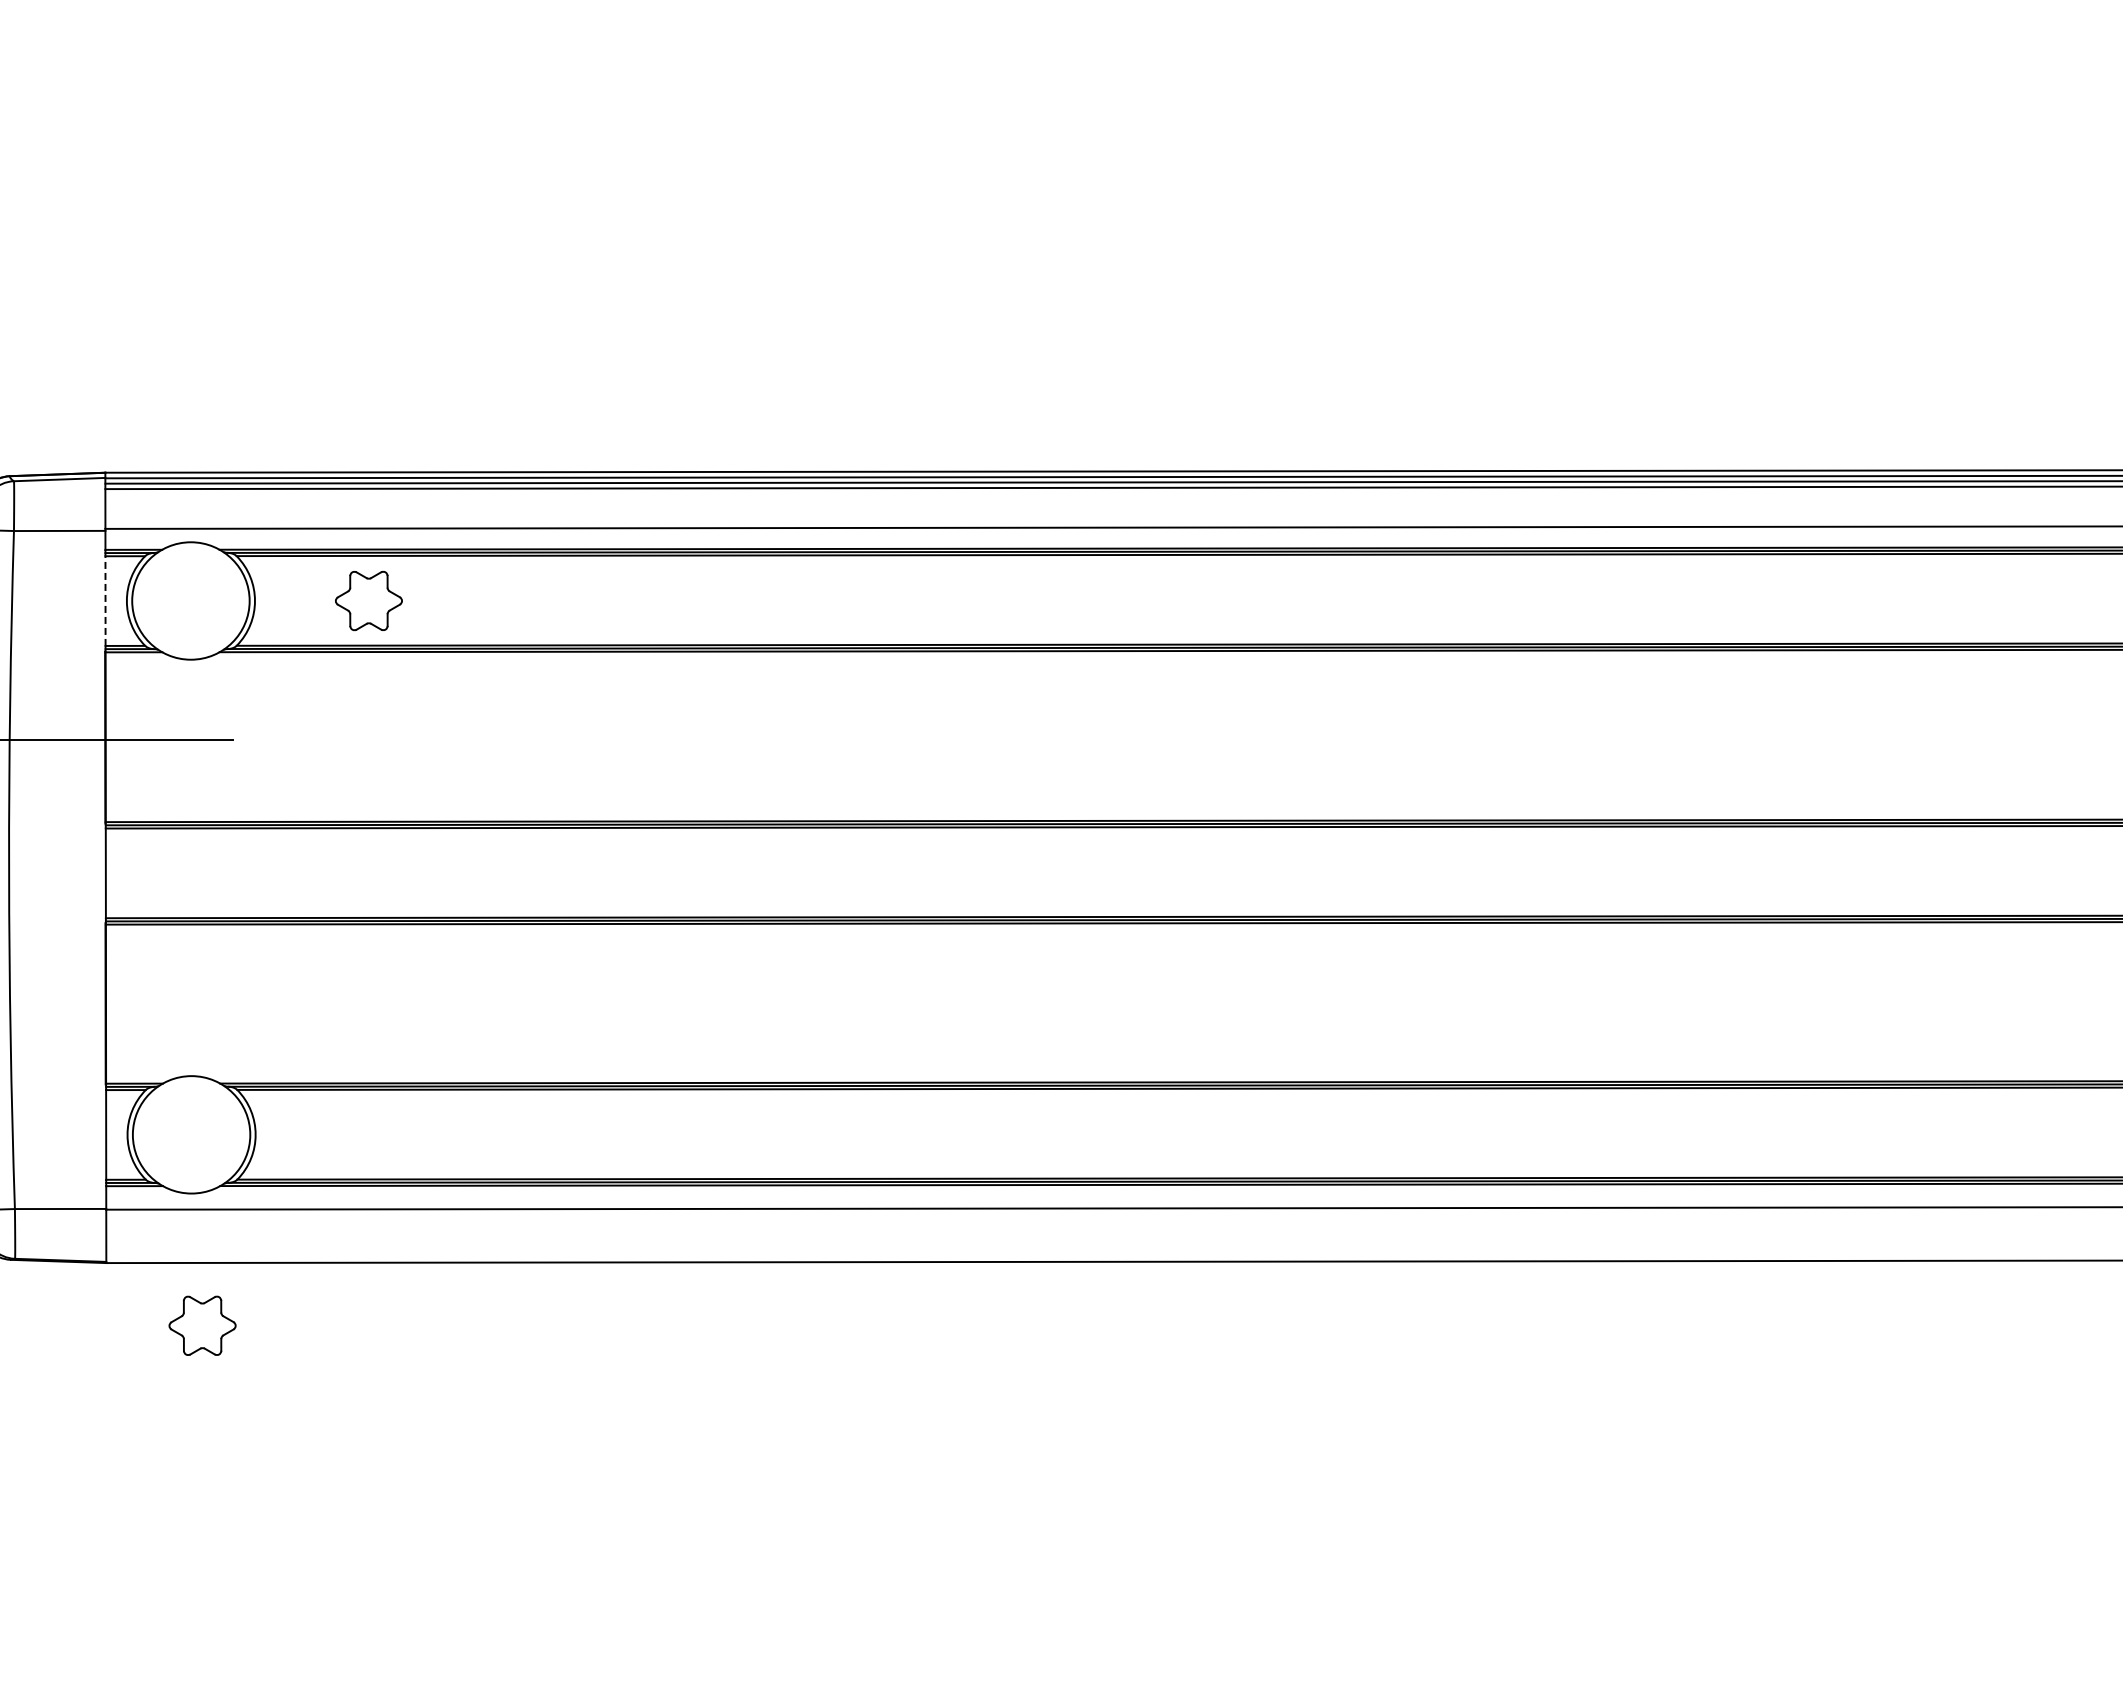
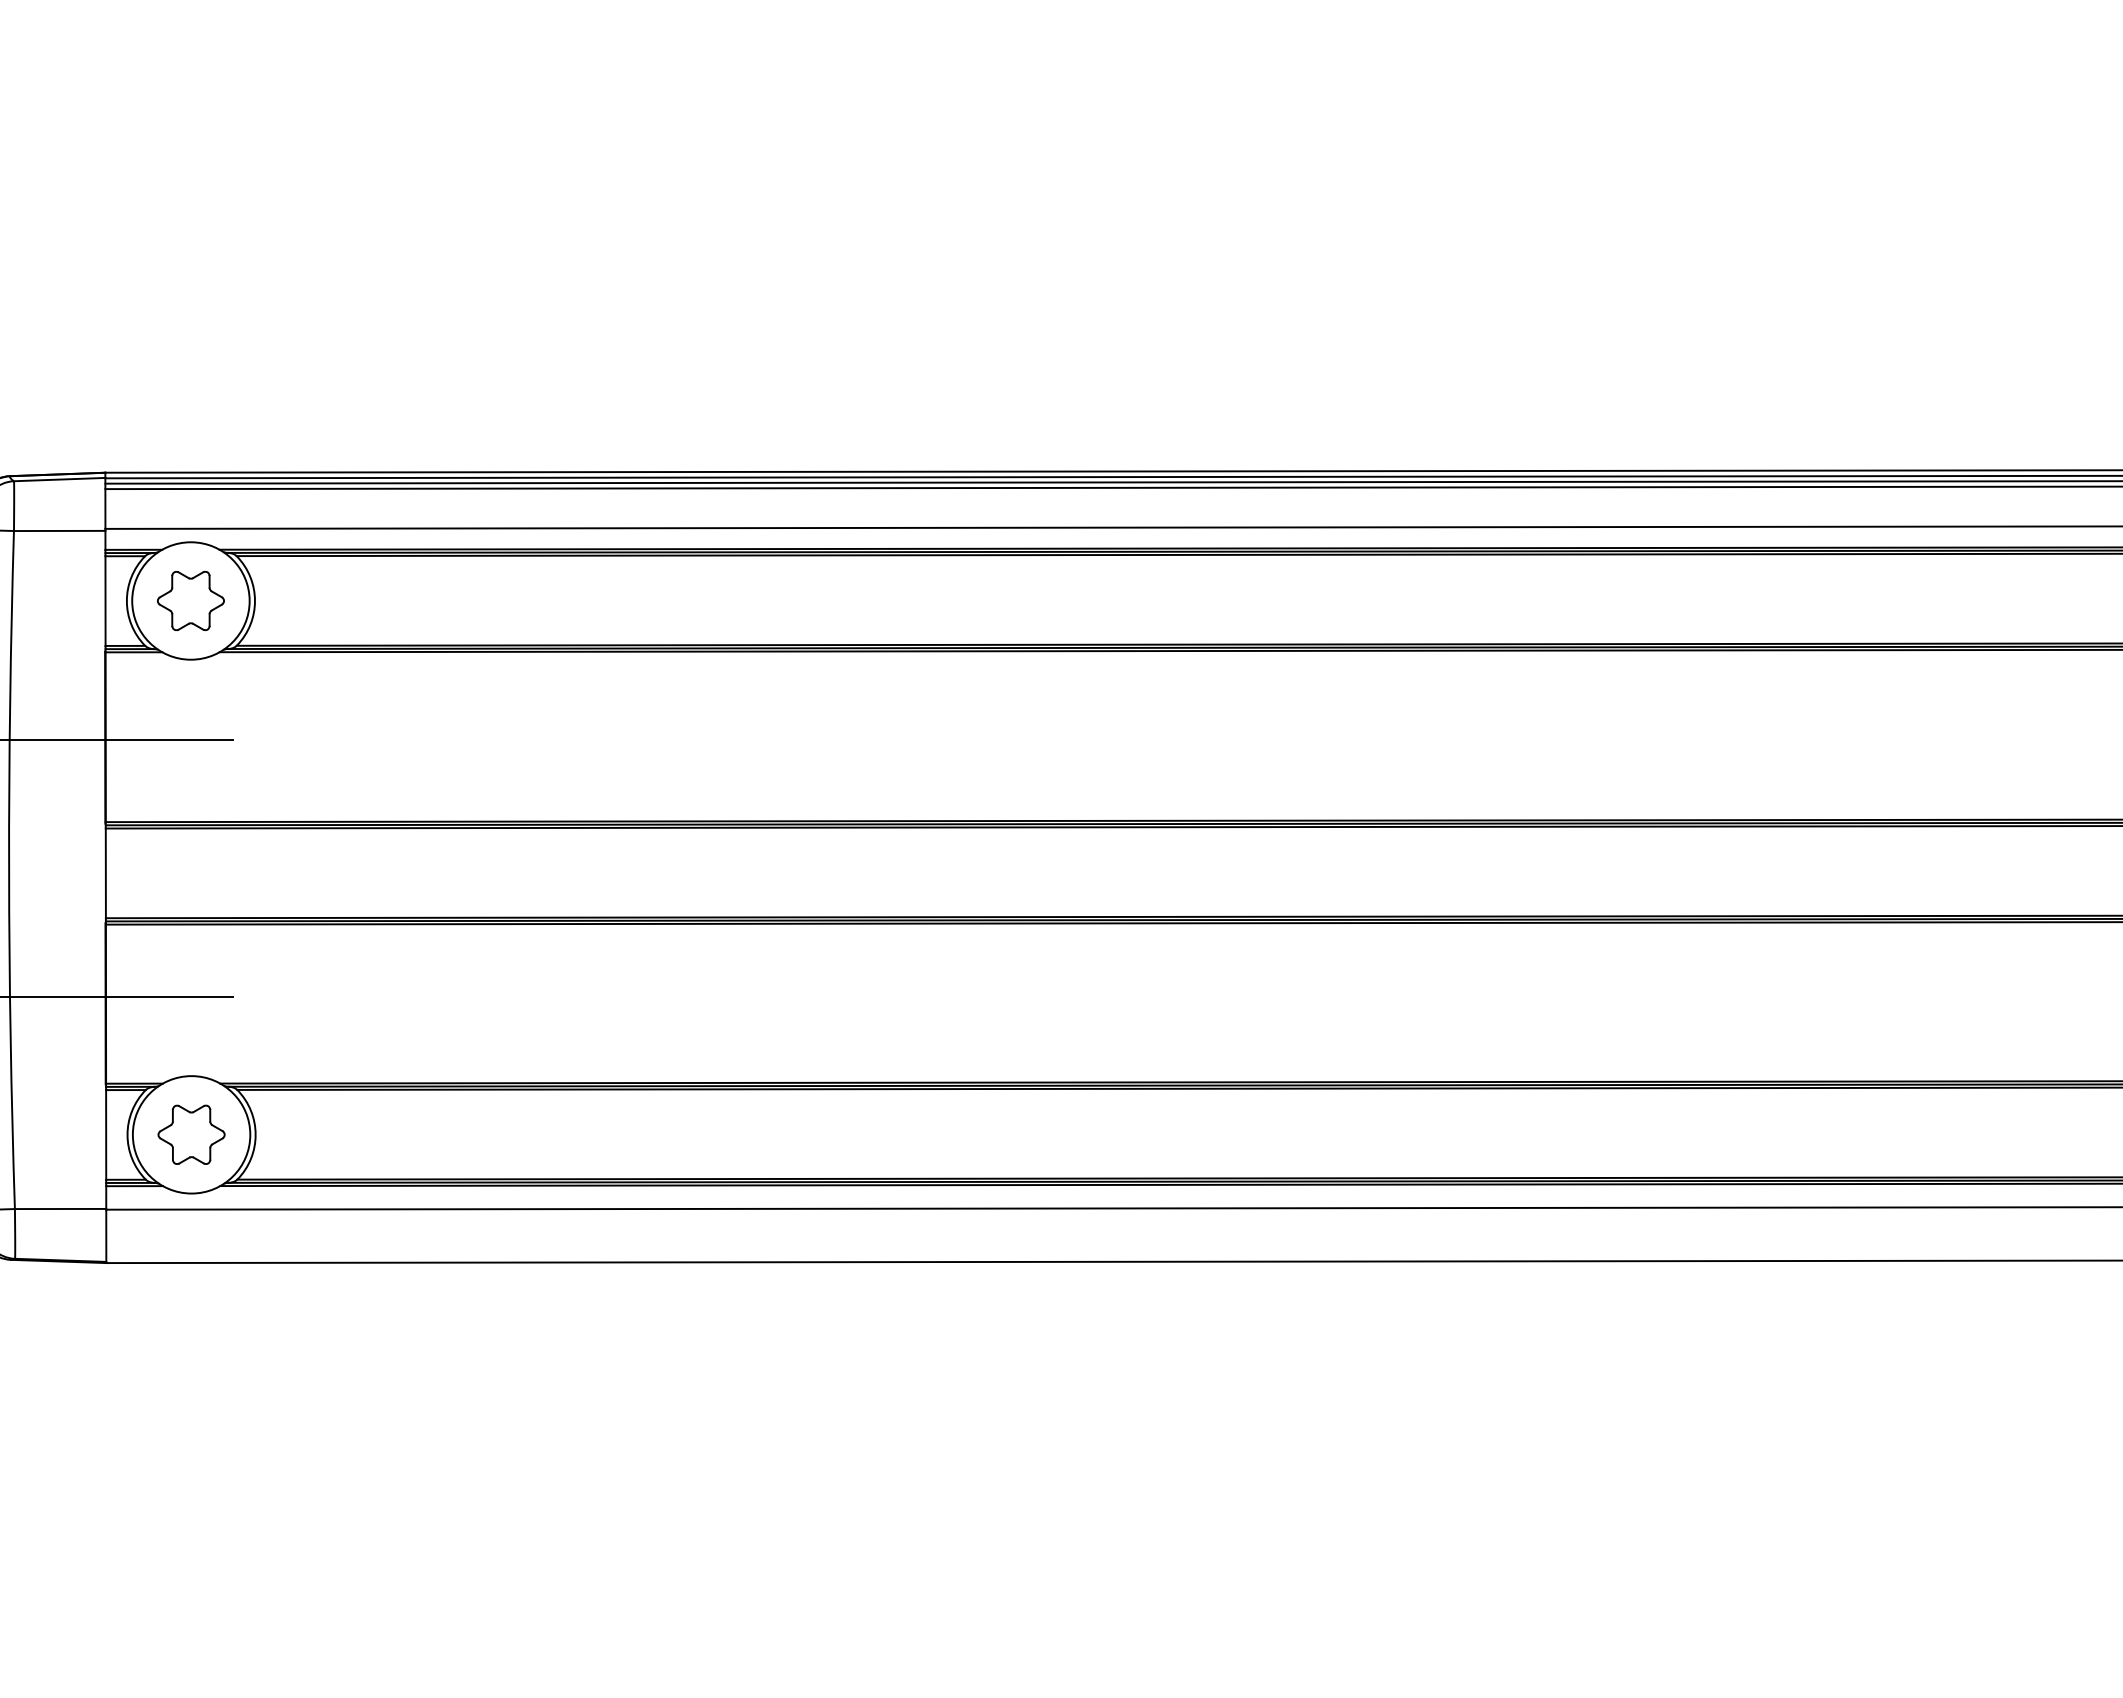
line at (105, 601): dashed -> solid
part at (368, 601) position: (368, 601) -> (190, 601)
line at (118, 996): none -> present
part at (202, 1325) position: (202, 1325) -> (191, 1134)
